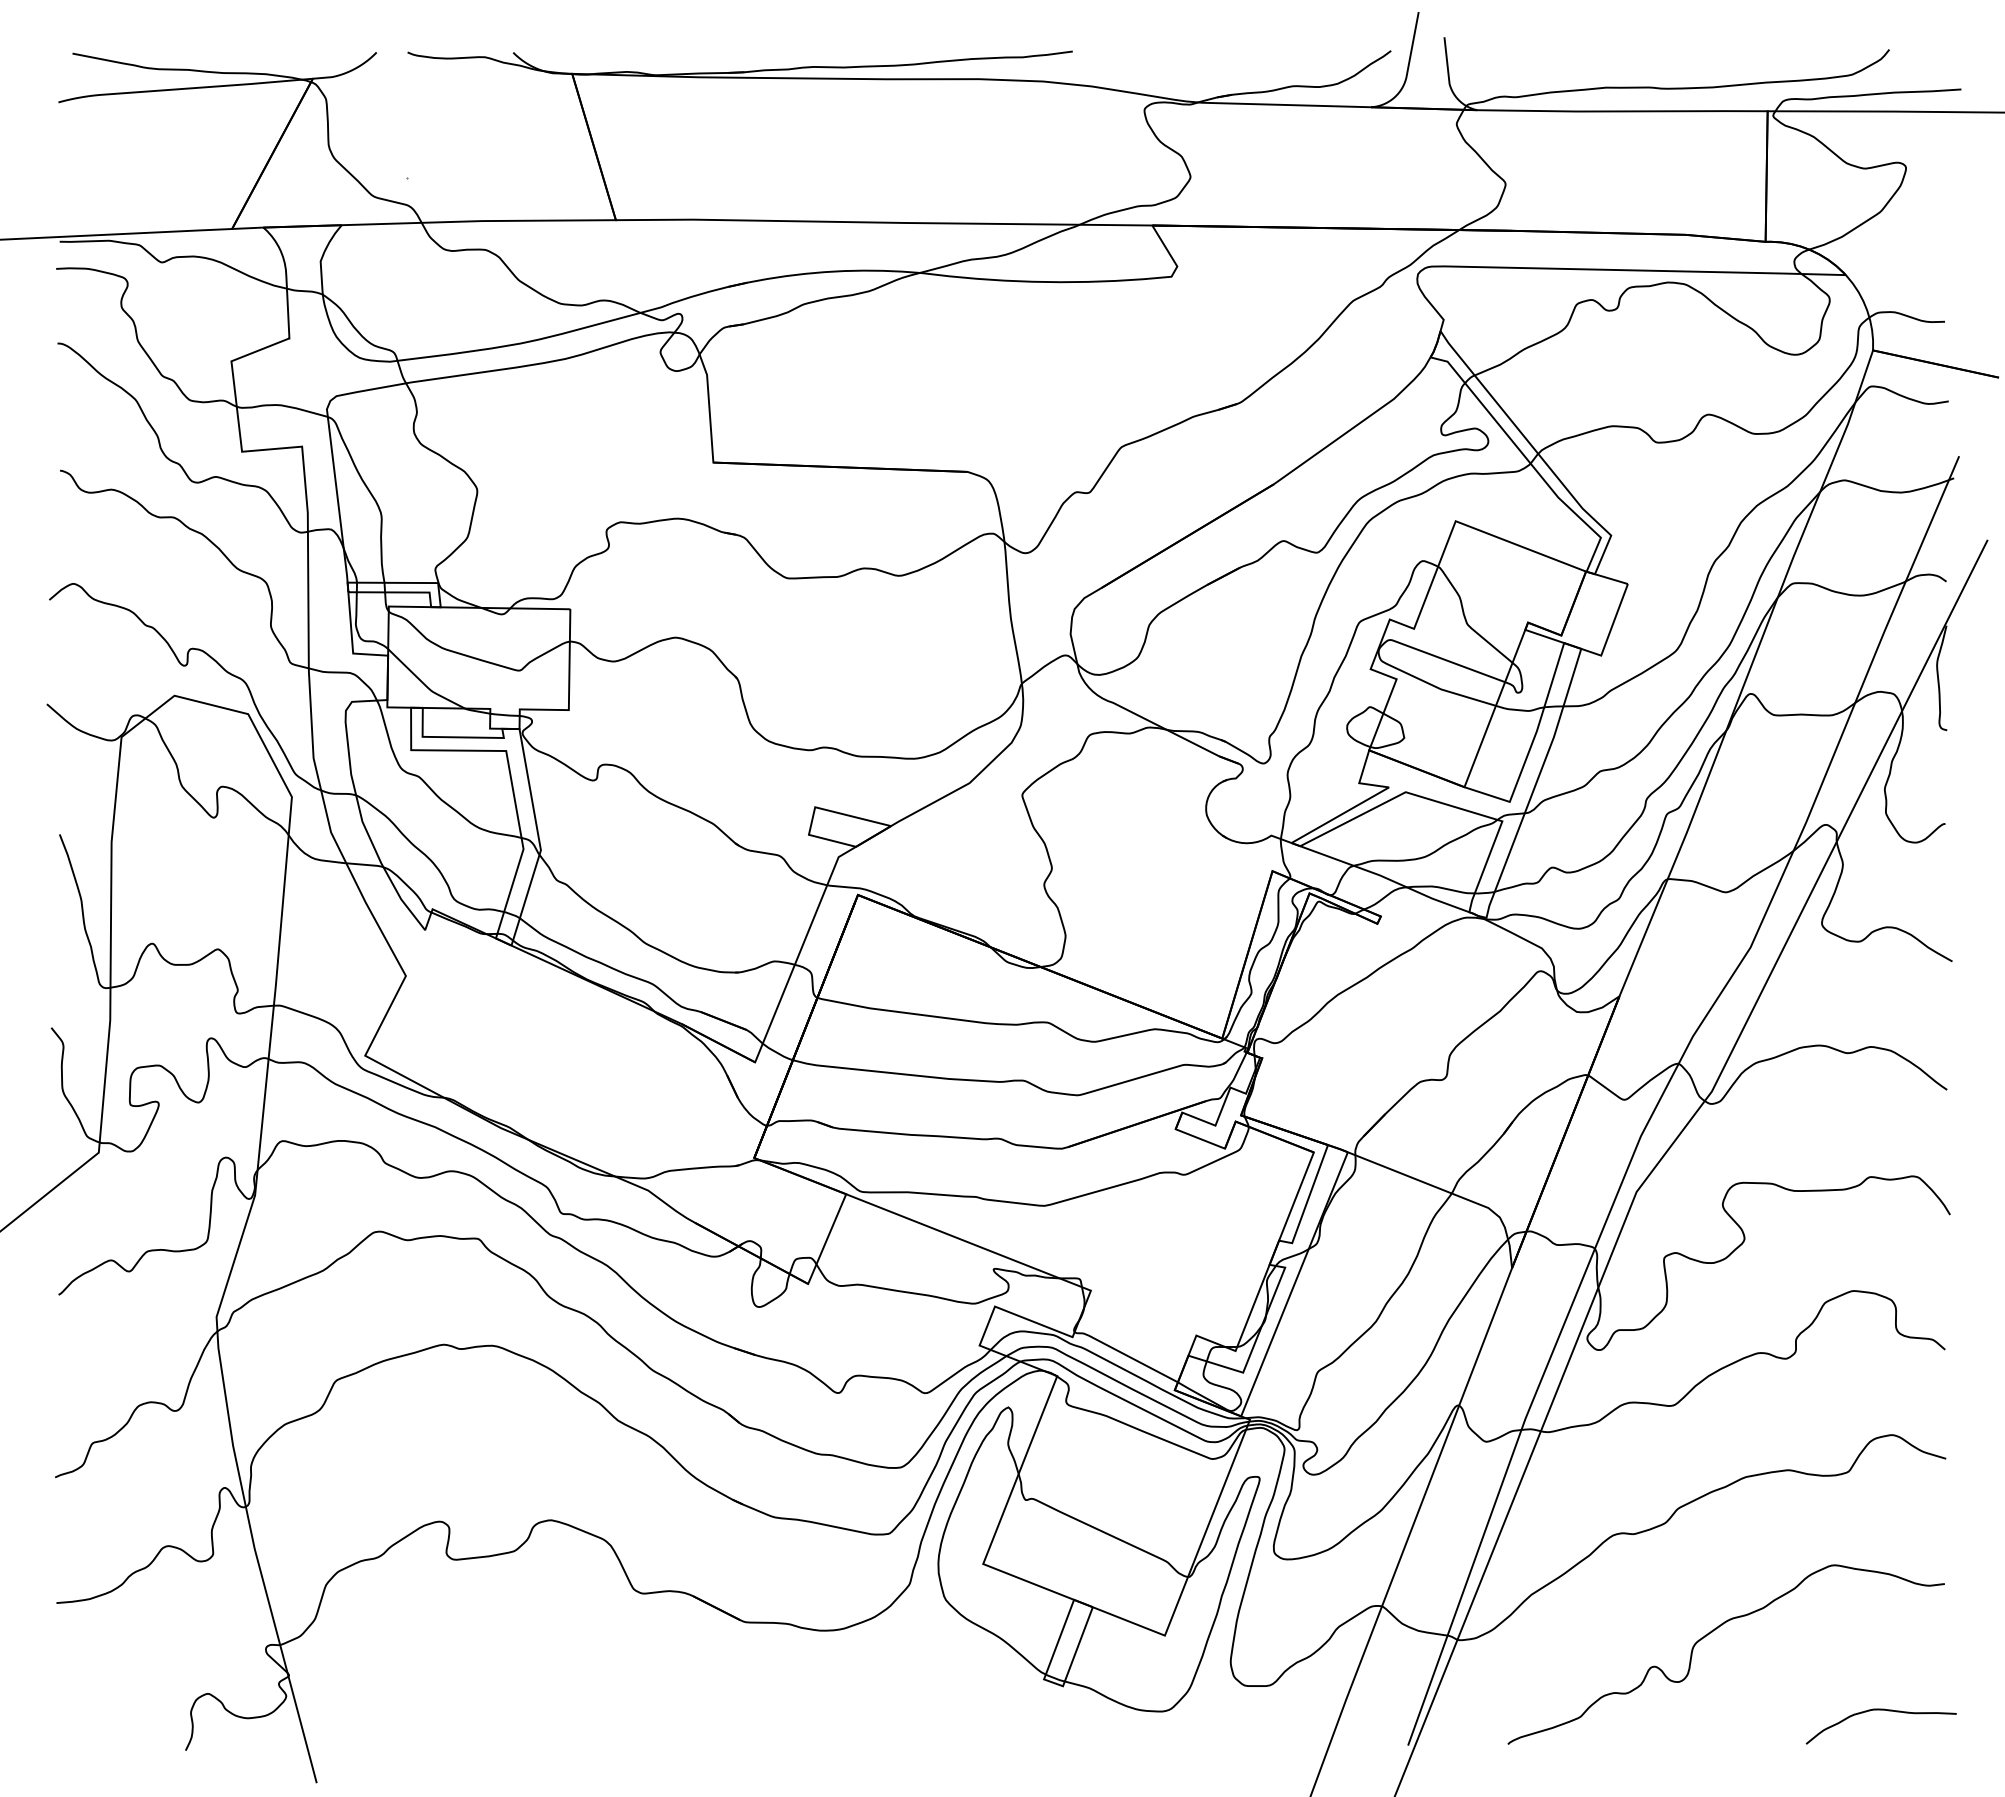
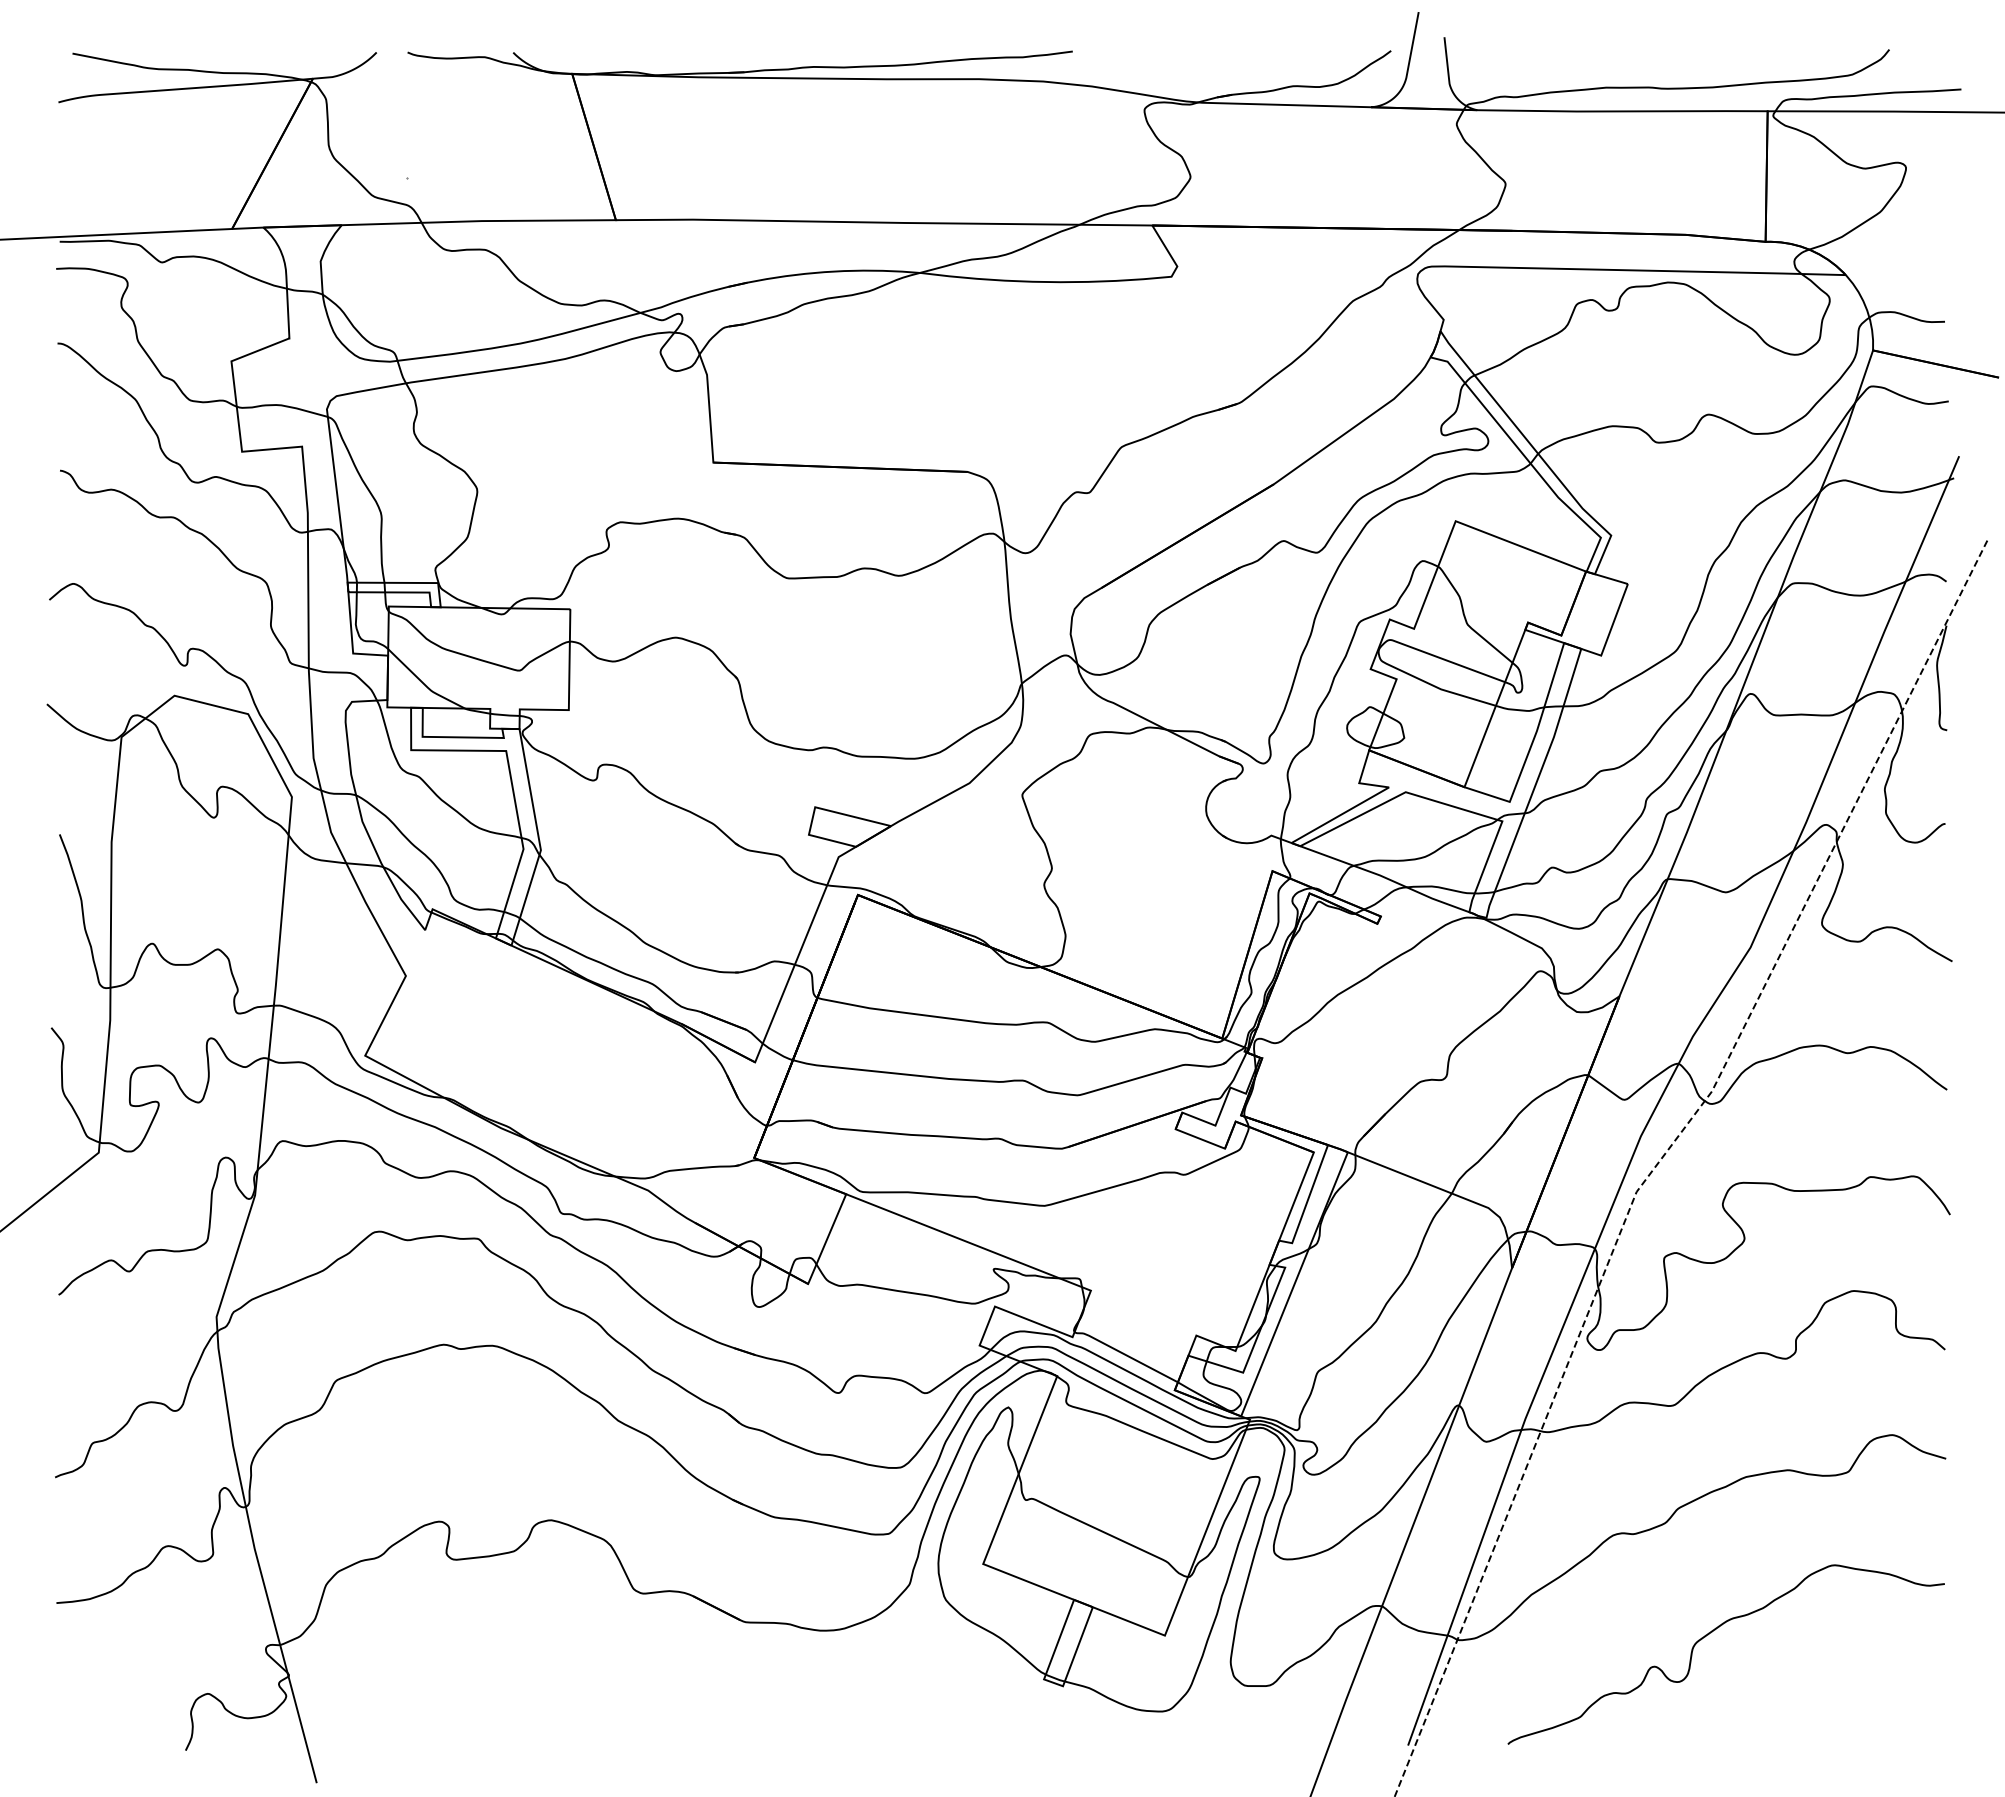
line at (1664, 1155): solid -> dashed
curve at (1880, 1710): present -> none
